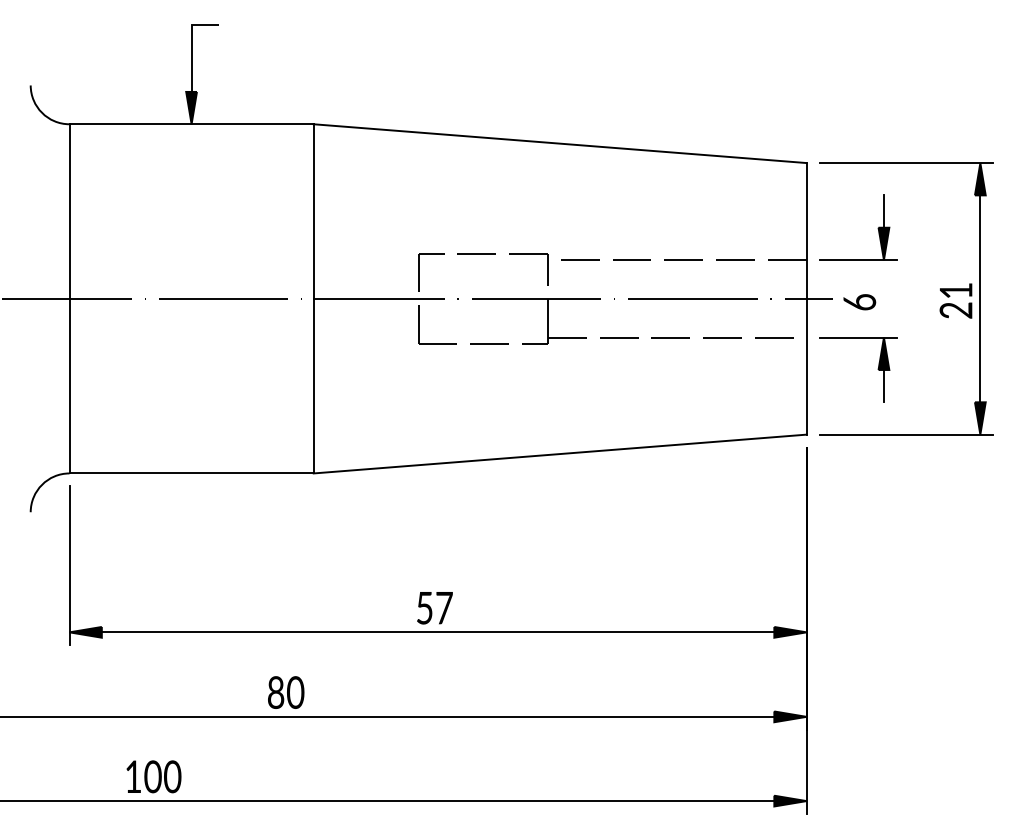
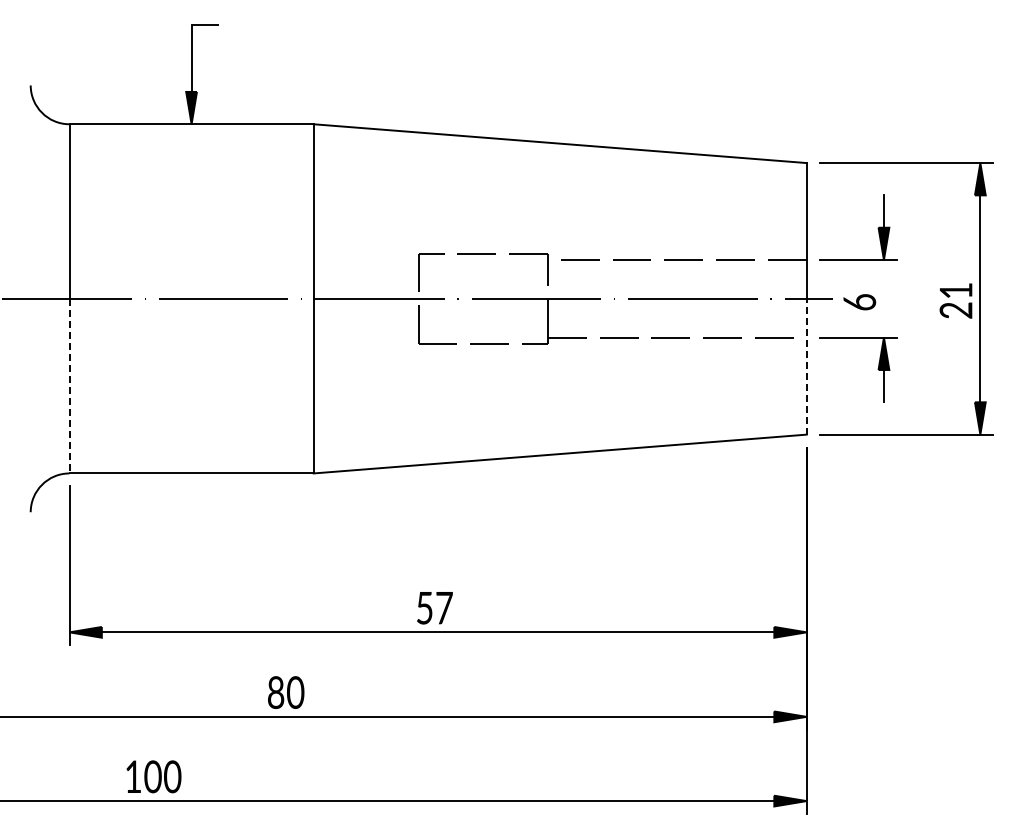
line at (806, 366): solid -> dashed
line at (69, 386): solid -> dashed
